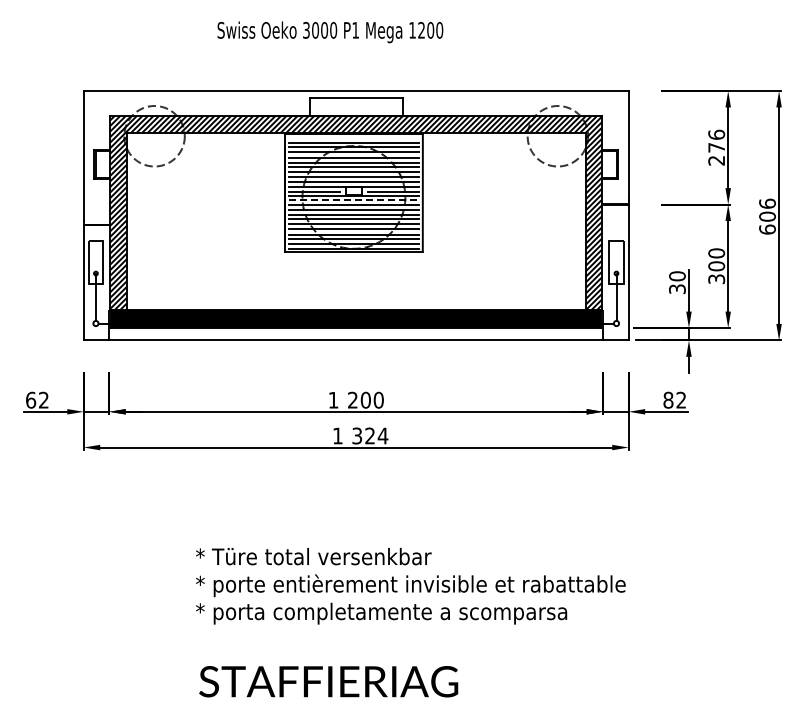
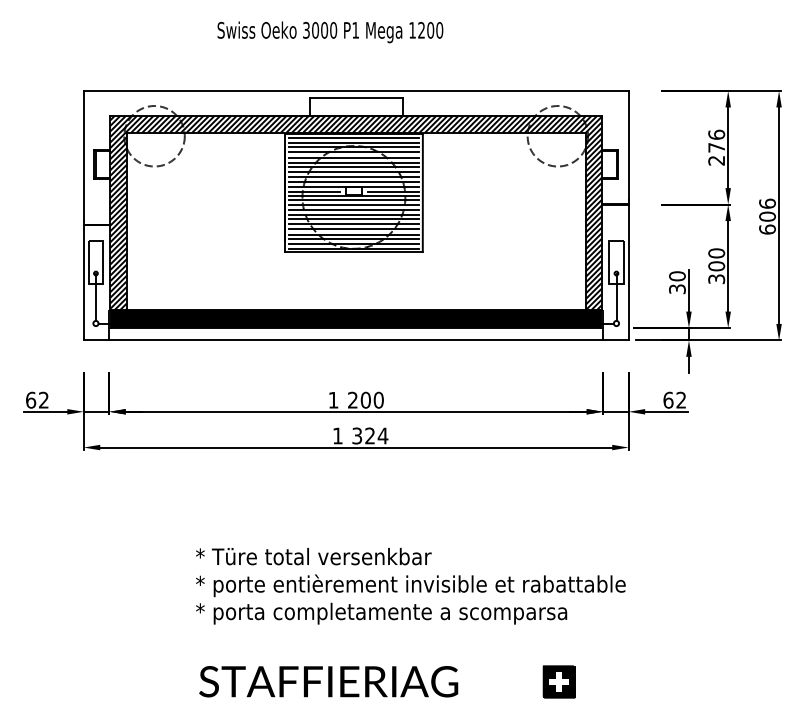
line at (353, 137): none -> present
line at (353, 200): dashed -> solid
text at (668, 399): 82 -> 62
part at (558, 681): none -> present
